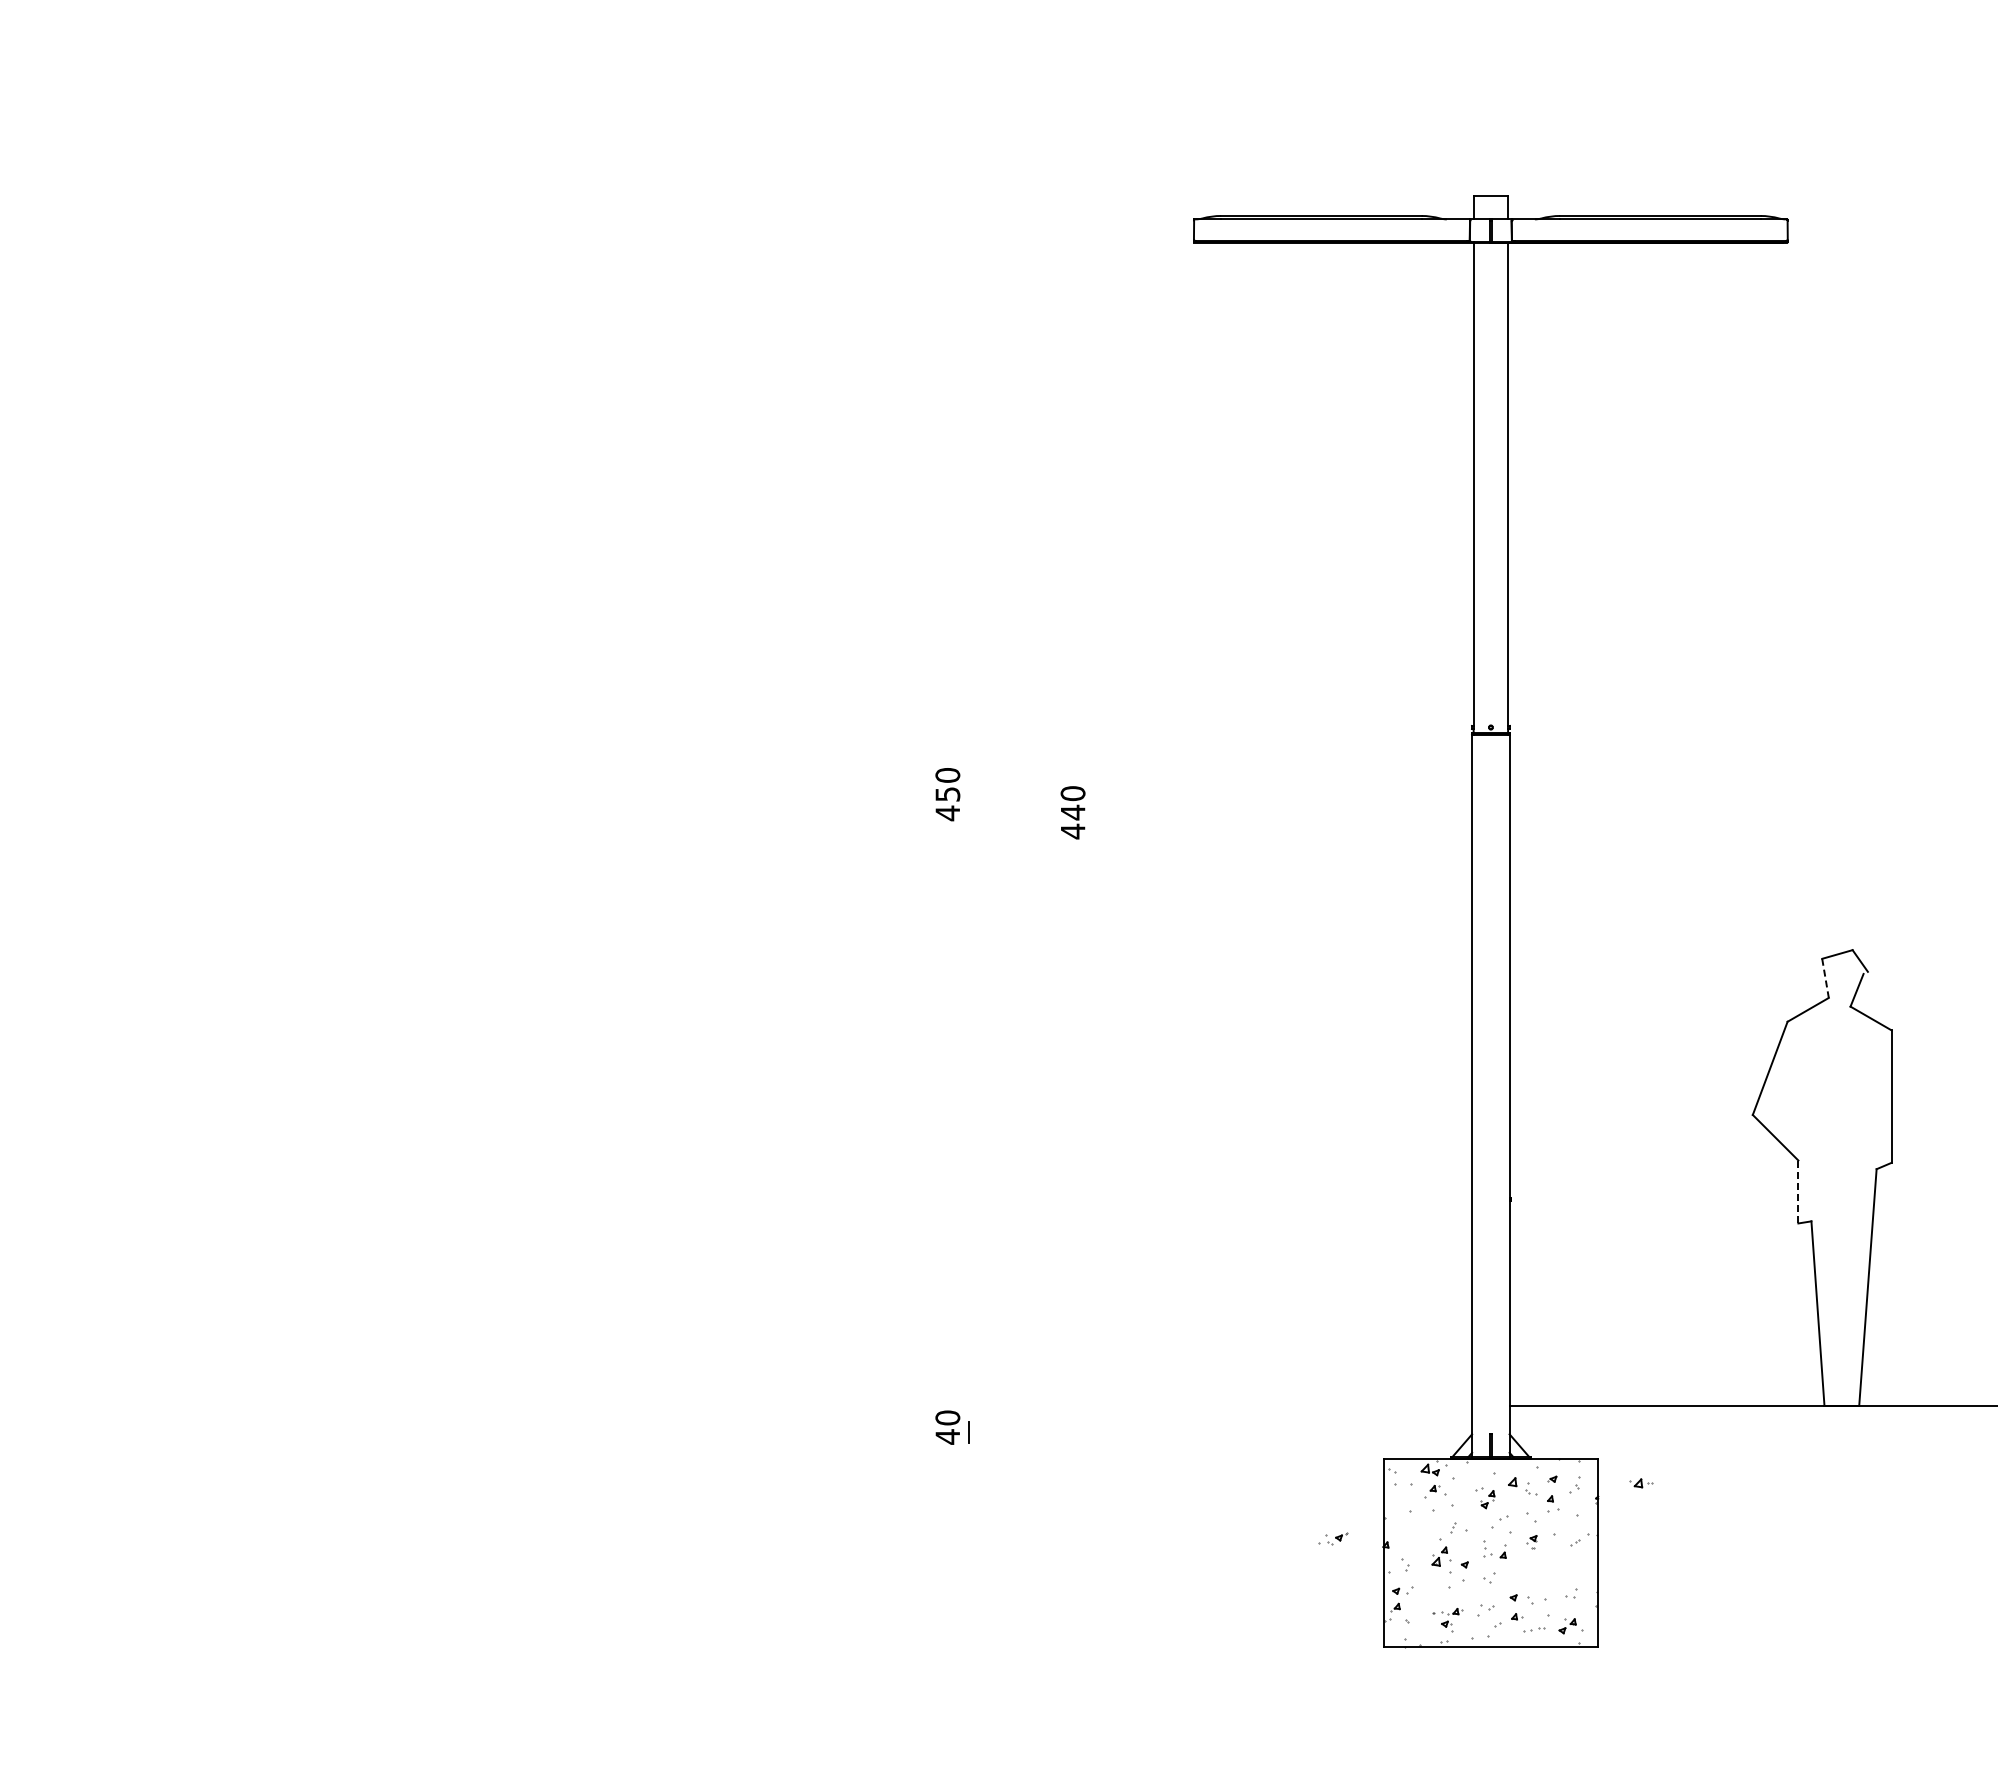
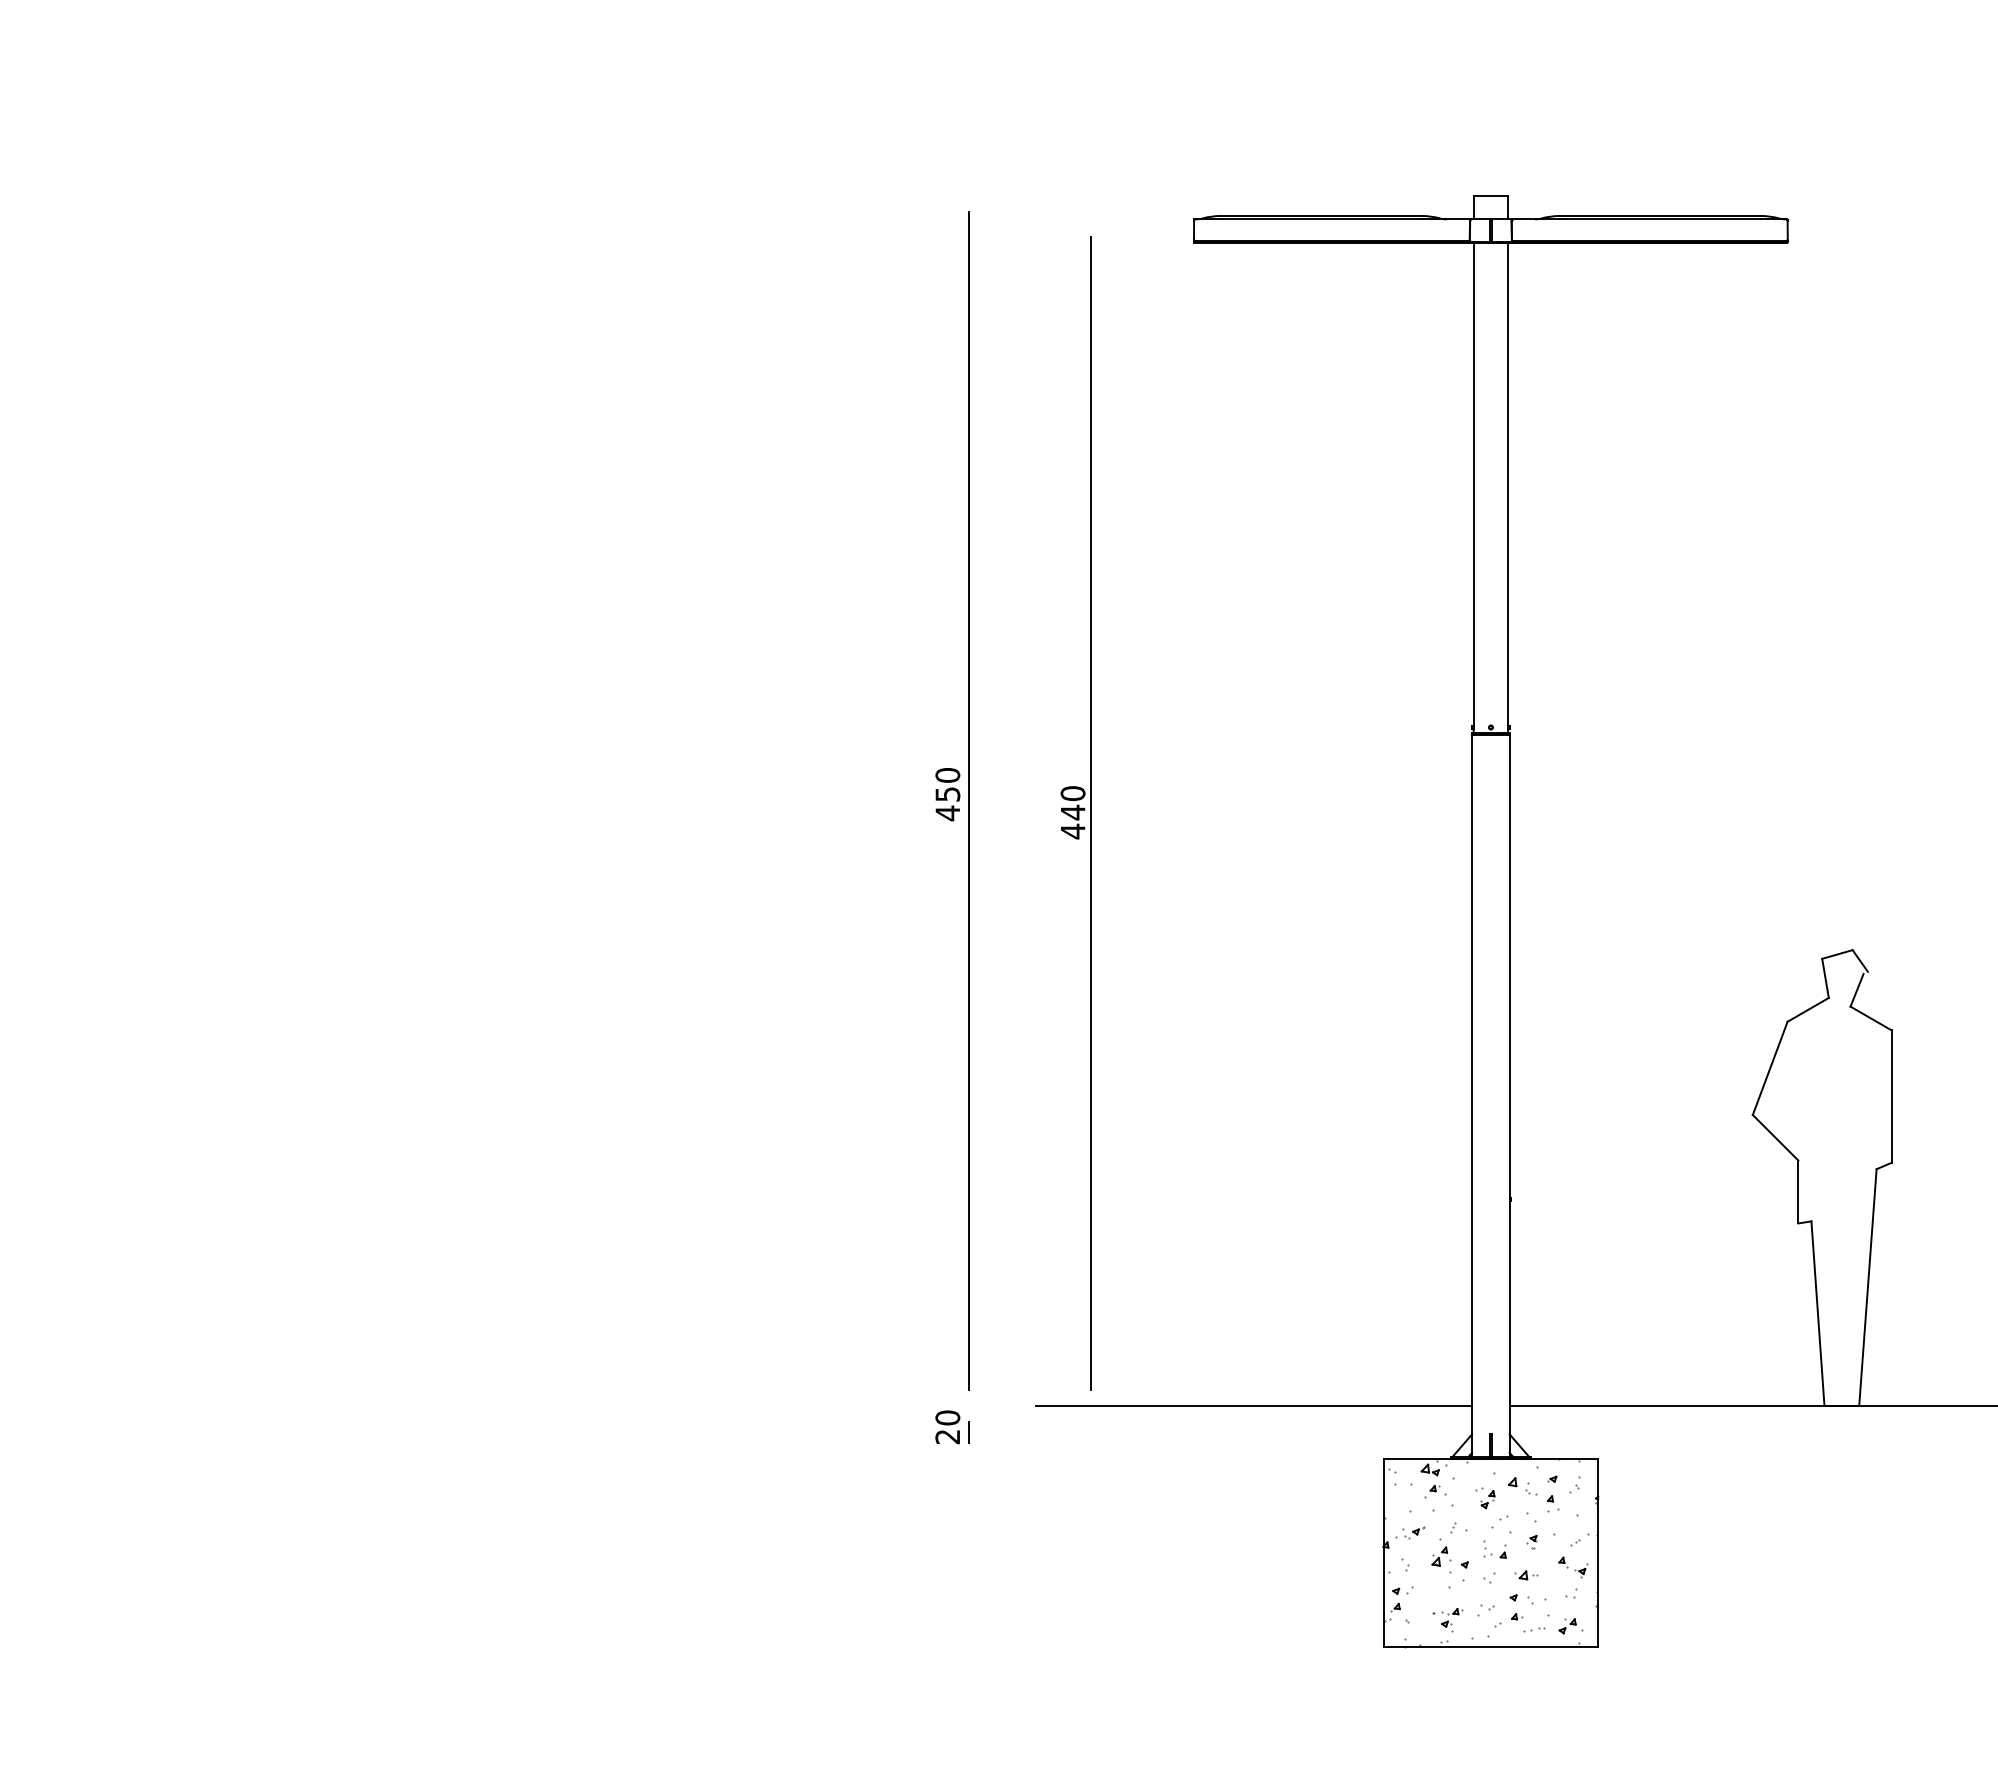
line at (969, 800): none -> present
line at (1090, 813): none -> present
line at (1825, 978): dashed -> solid
line at (1798, 1192): dashed -> solid
line at (1254, 1405): none -> present
text at (947, 1436): 40 -> 20
part at (1641, 1483) position: (1641, 1483) -> (1526, 1575)
part at (1333, 1538) position: (1333, 1538) -> (1410, 1532)
part at (1573, 1567): none -> present
